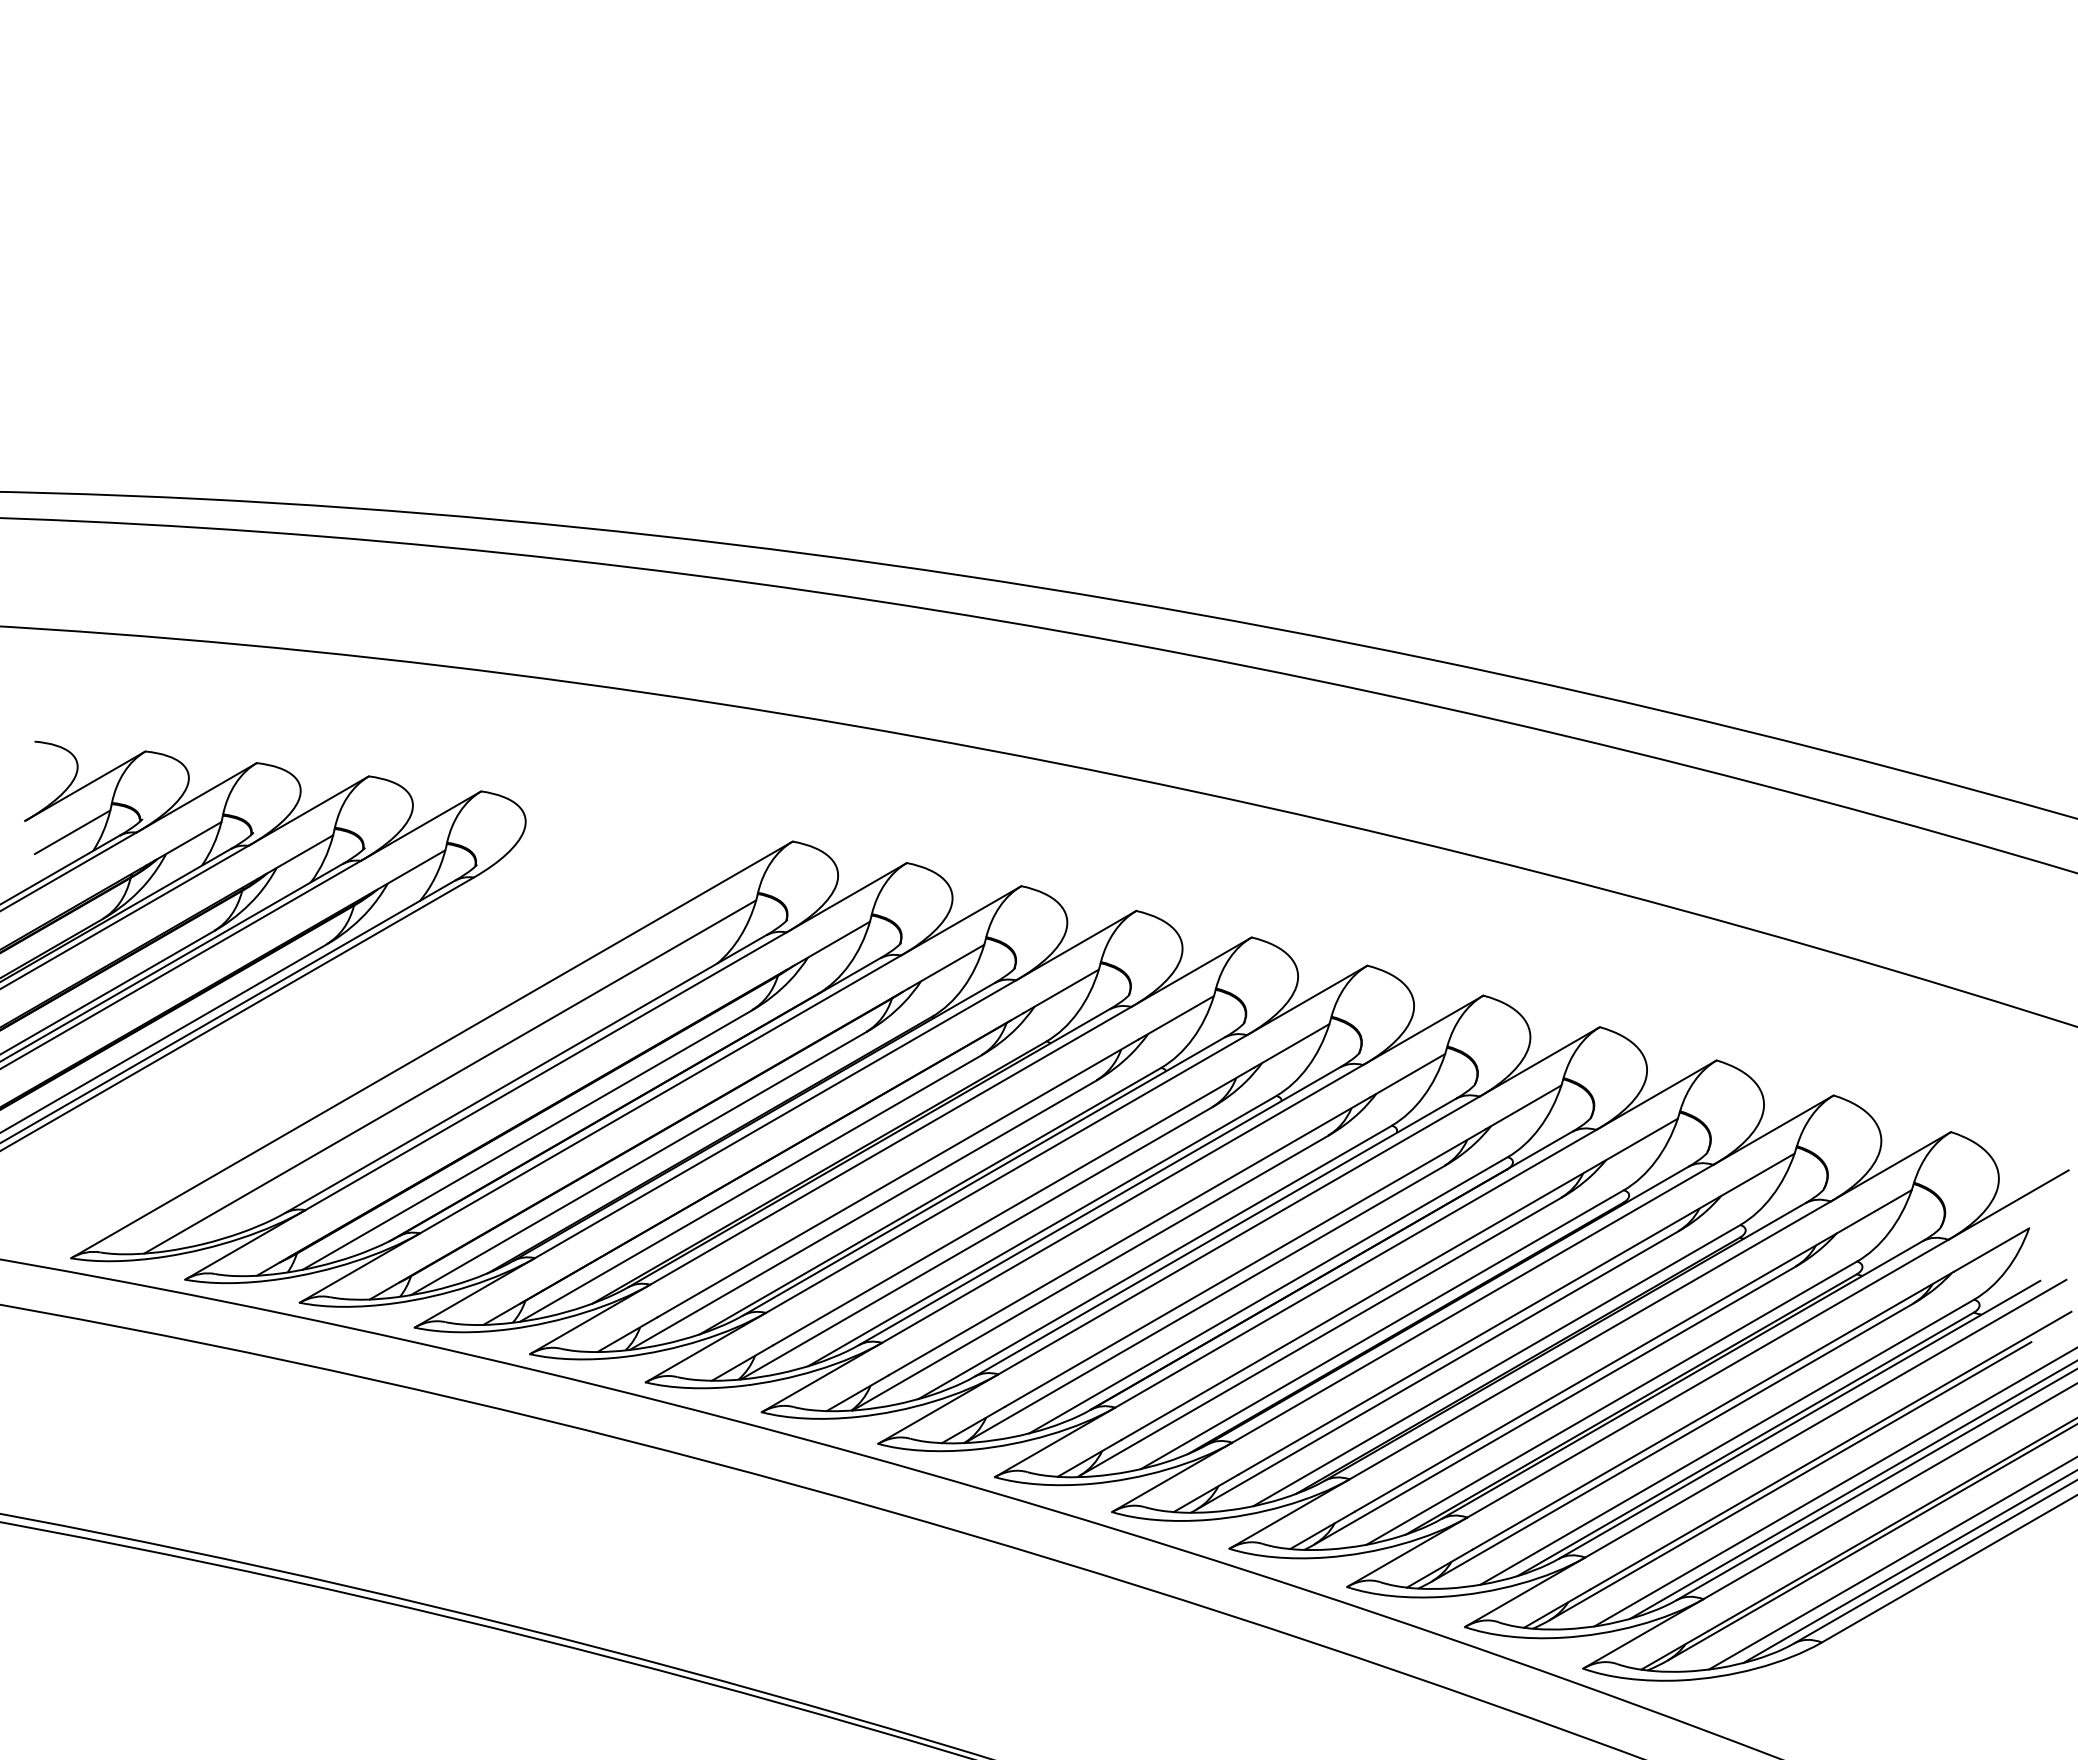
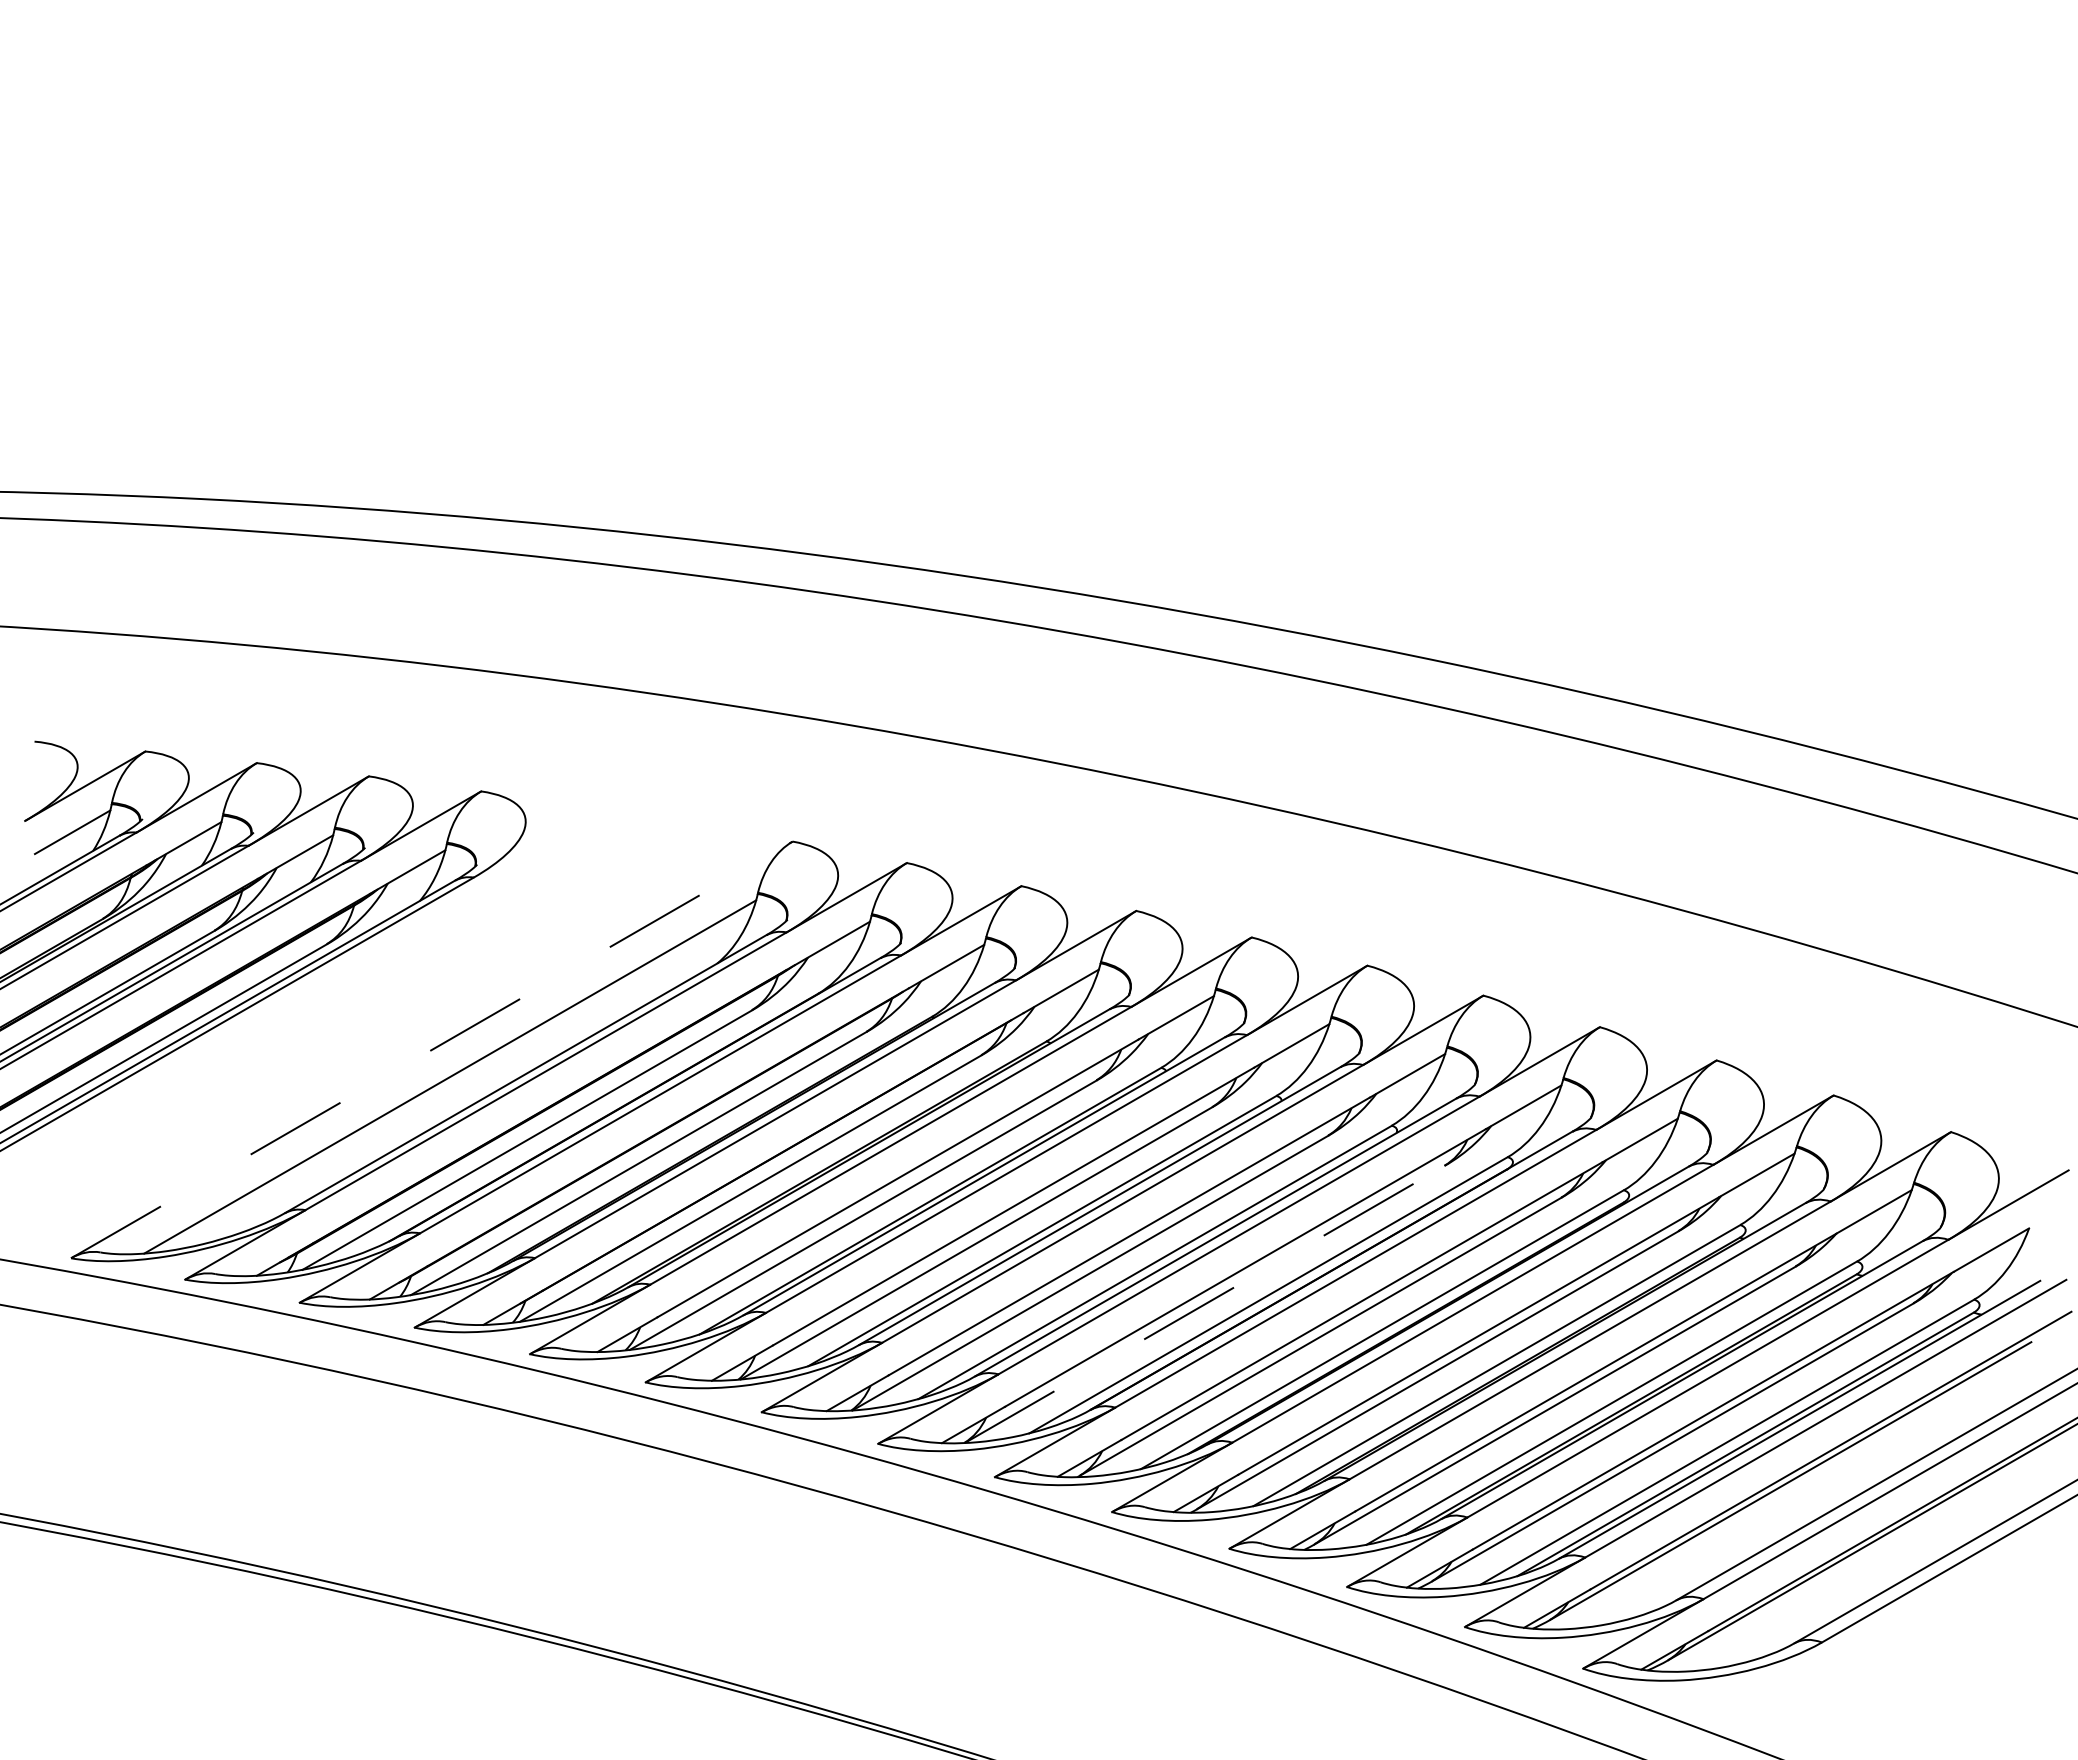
line at (431, 1049): solid -> dashed
line at (1205, 1304): solid -> dashed
line at (1834, 1487): present -> none
line at (1852, 1490): present -> none
line at (1891, 1563): present -> none
line at (1908, 1567): present -> none
